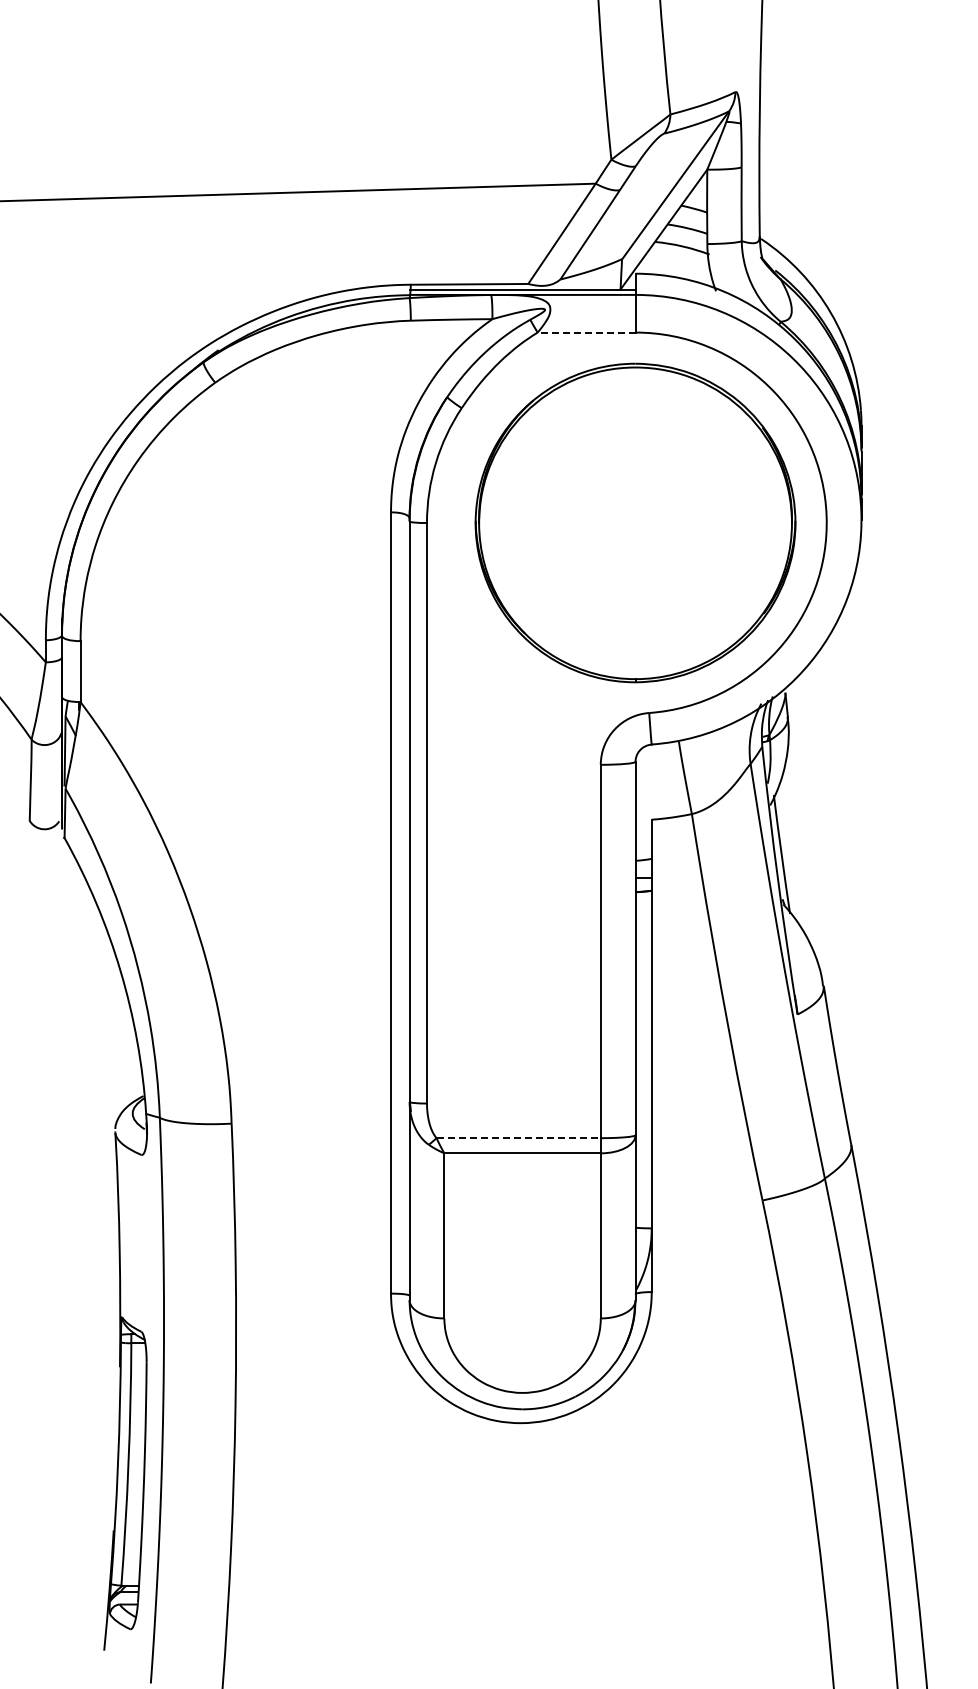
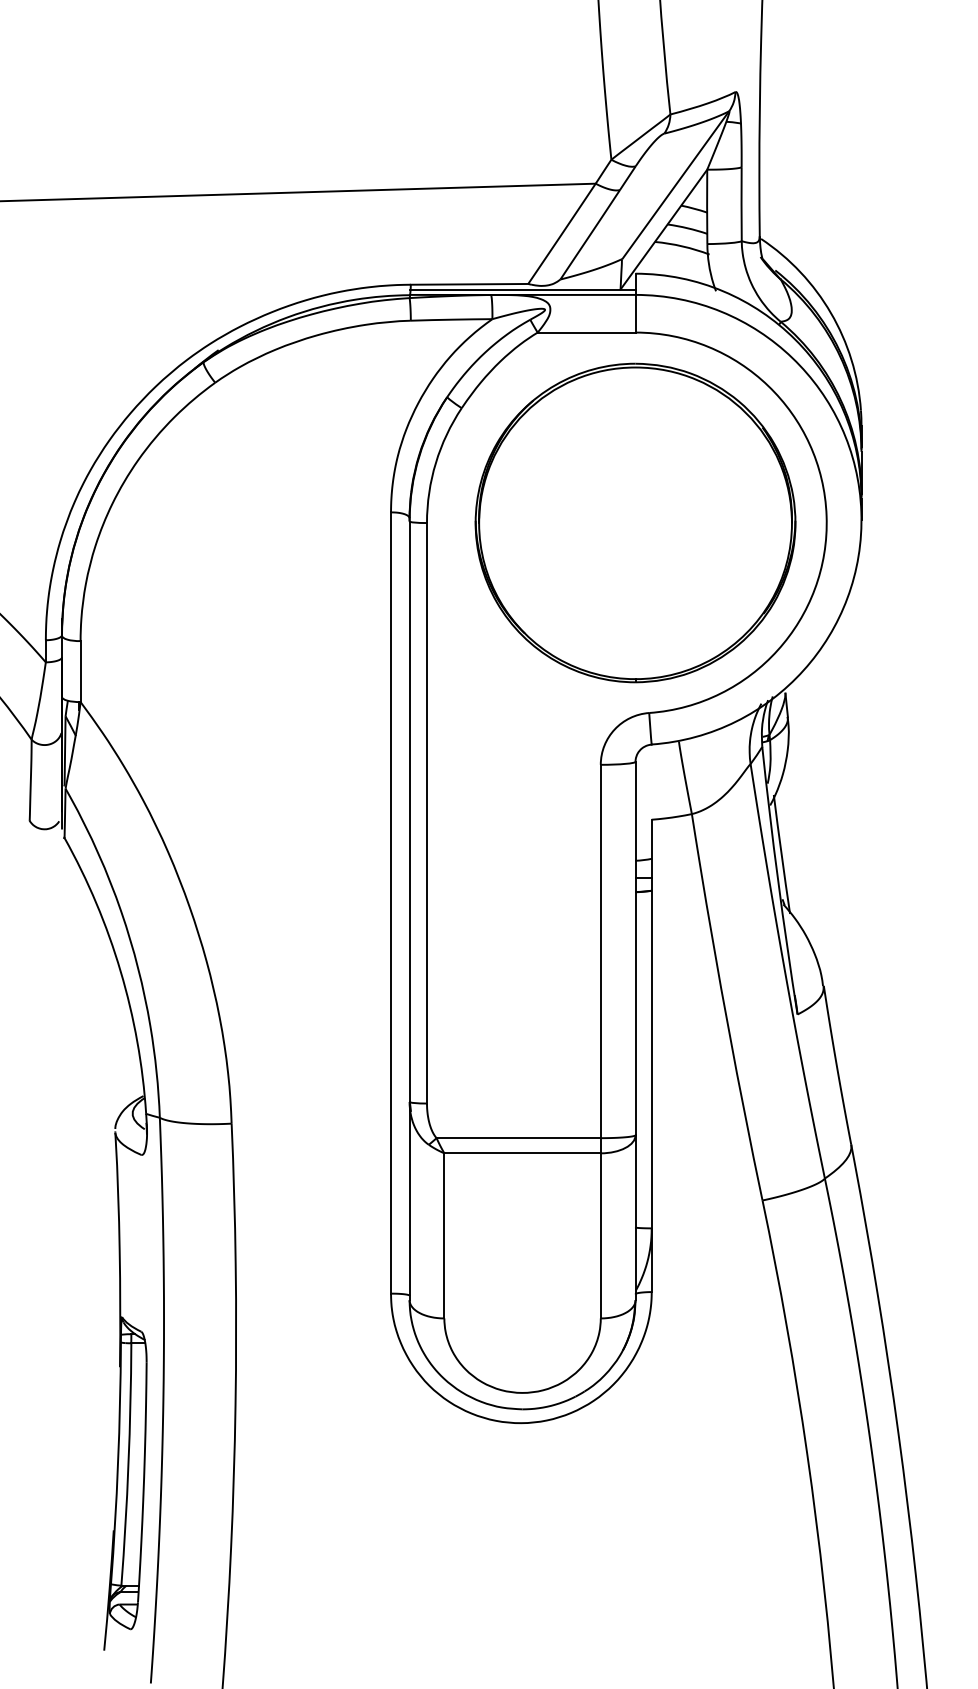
line at (586, 332): dashed -> solid
line at (519, 1138): dashed -> solid
